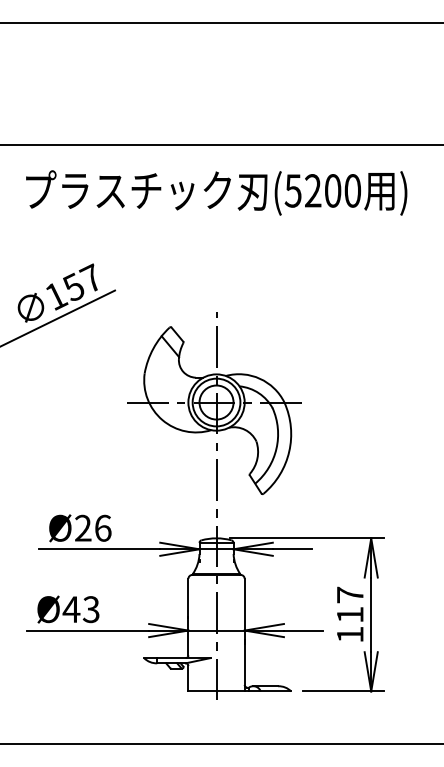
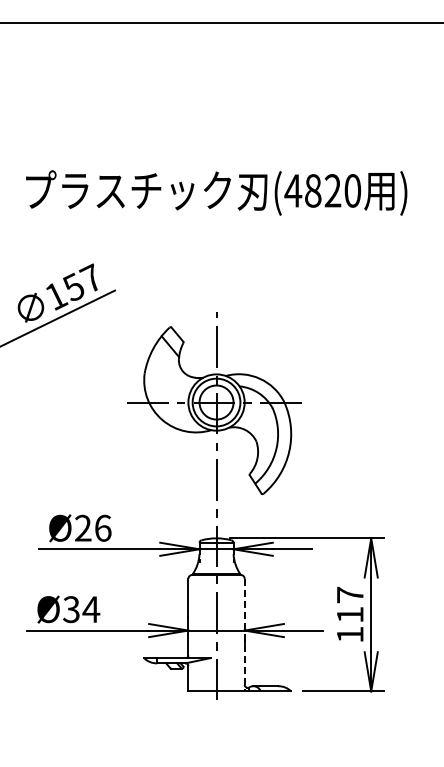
line at (221, 145): present -> none
text at (312, 190): (5200 -> (4820
text at (81, 609): Ø43 -> Ø34
line at (244, 635): solid -> dashed
line at (221, 743): present -> none
